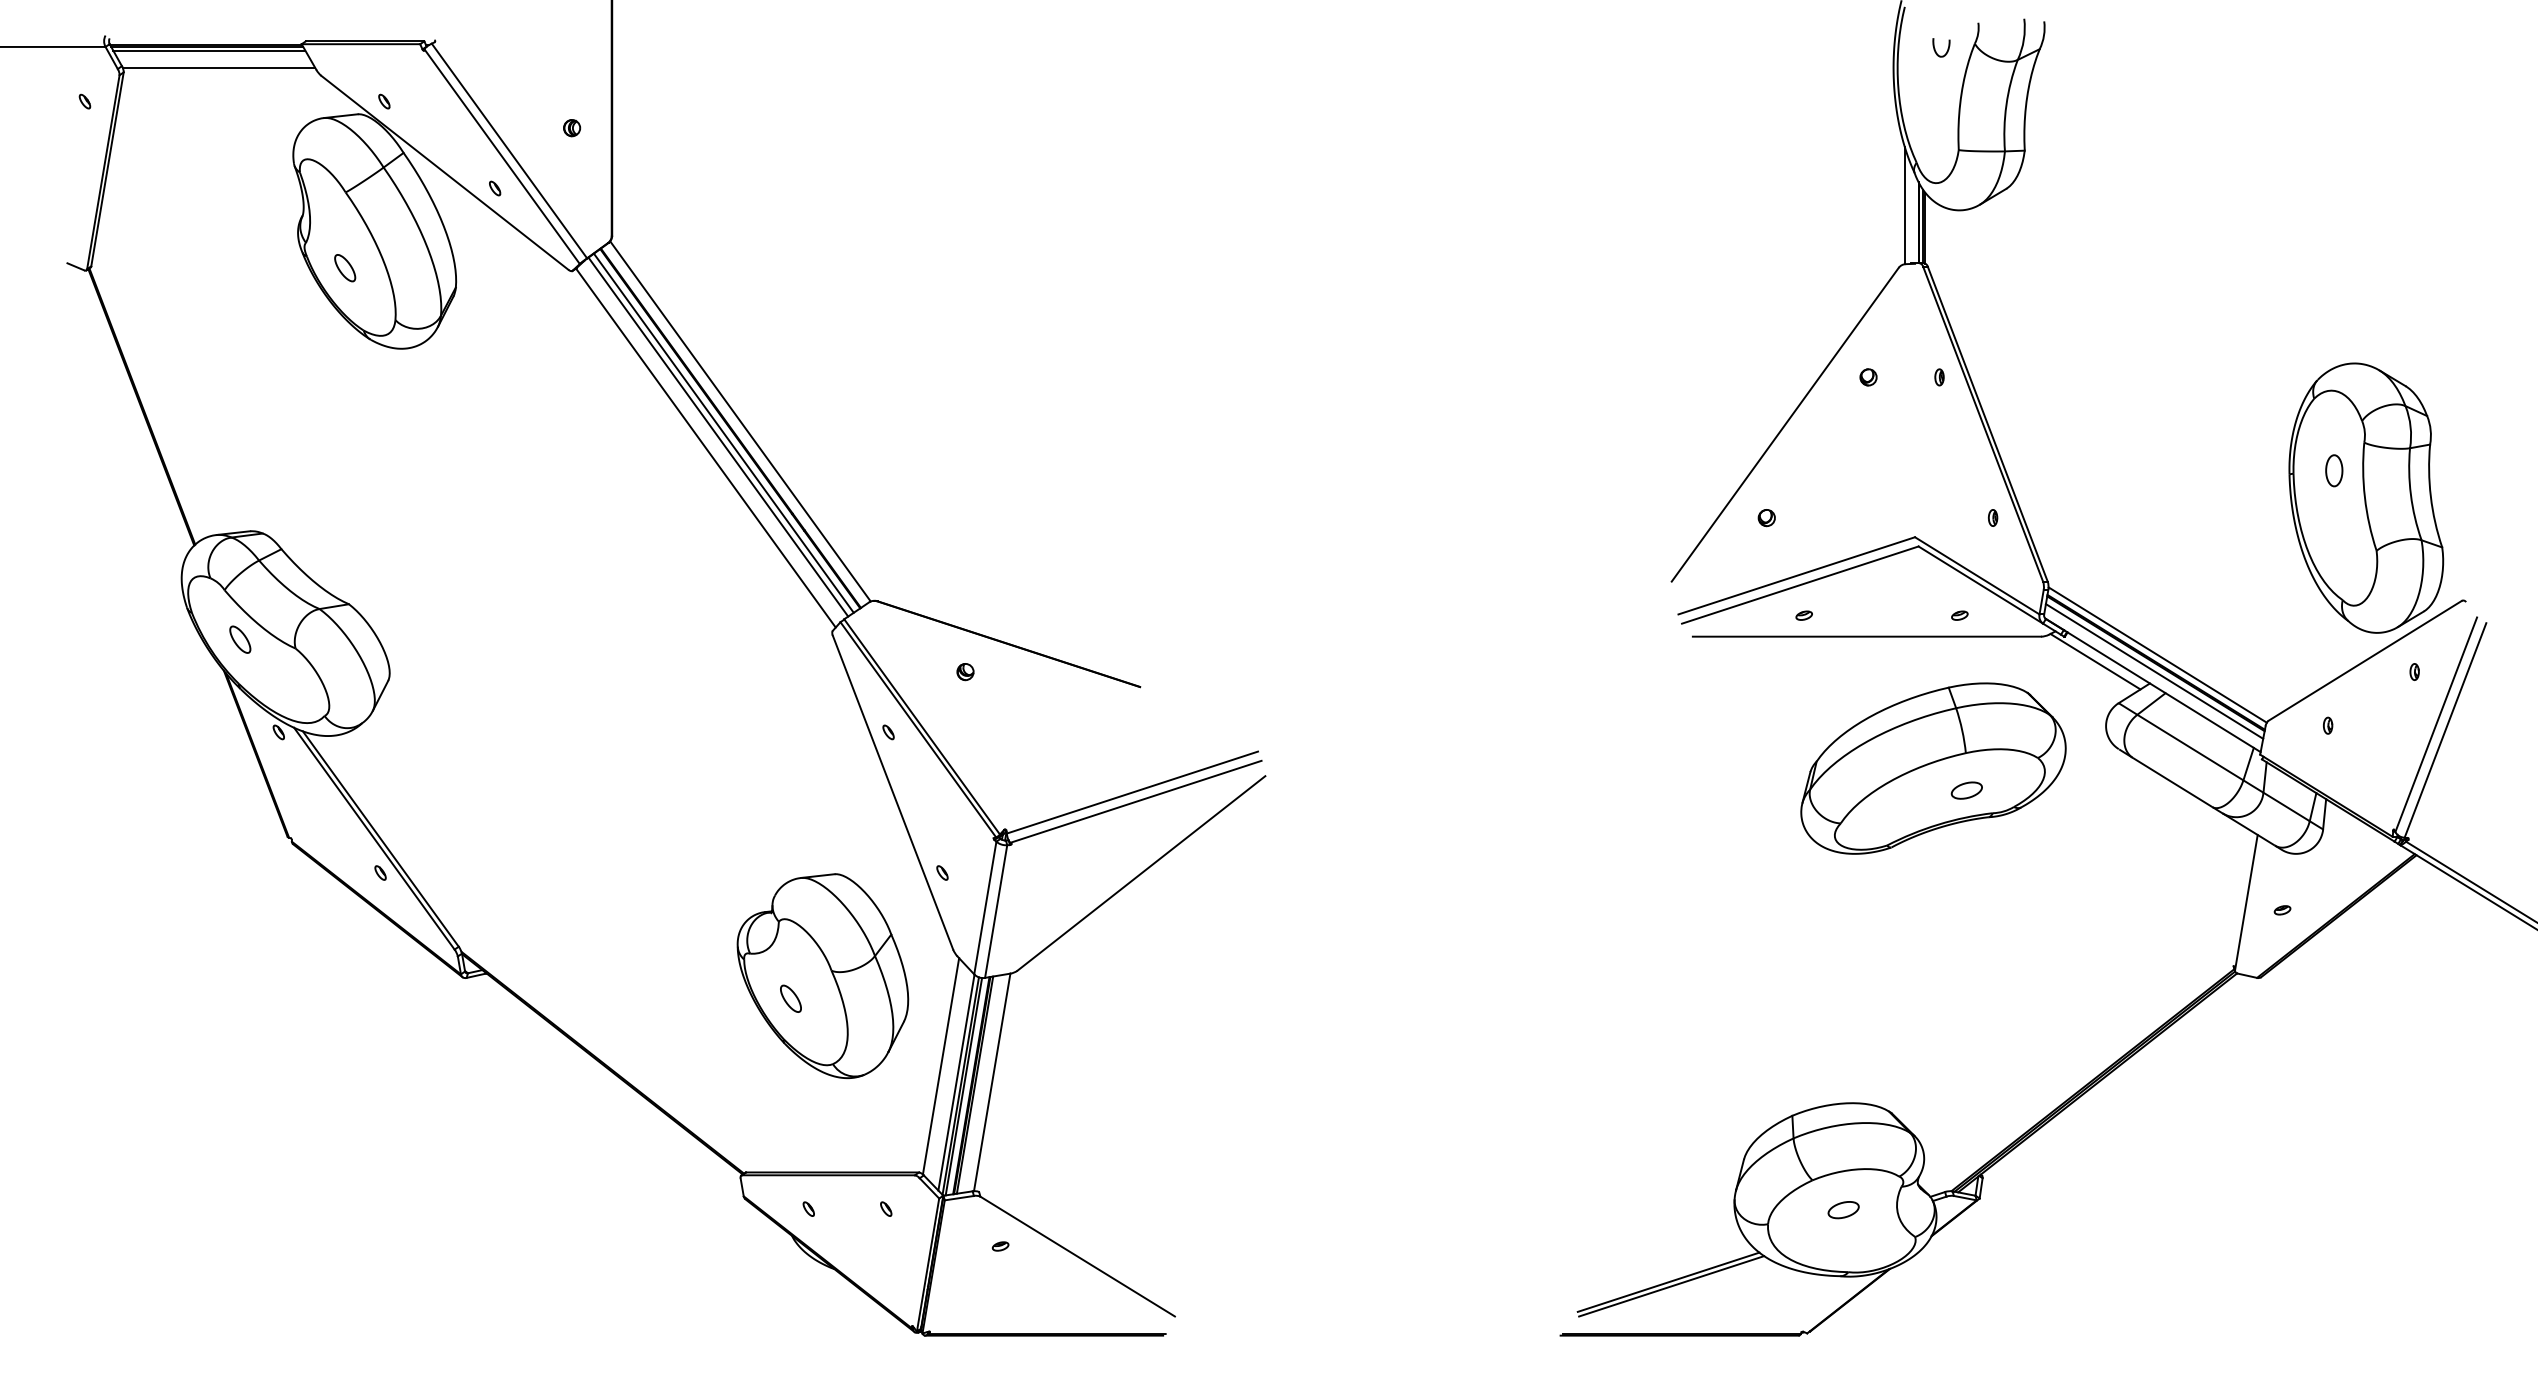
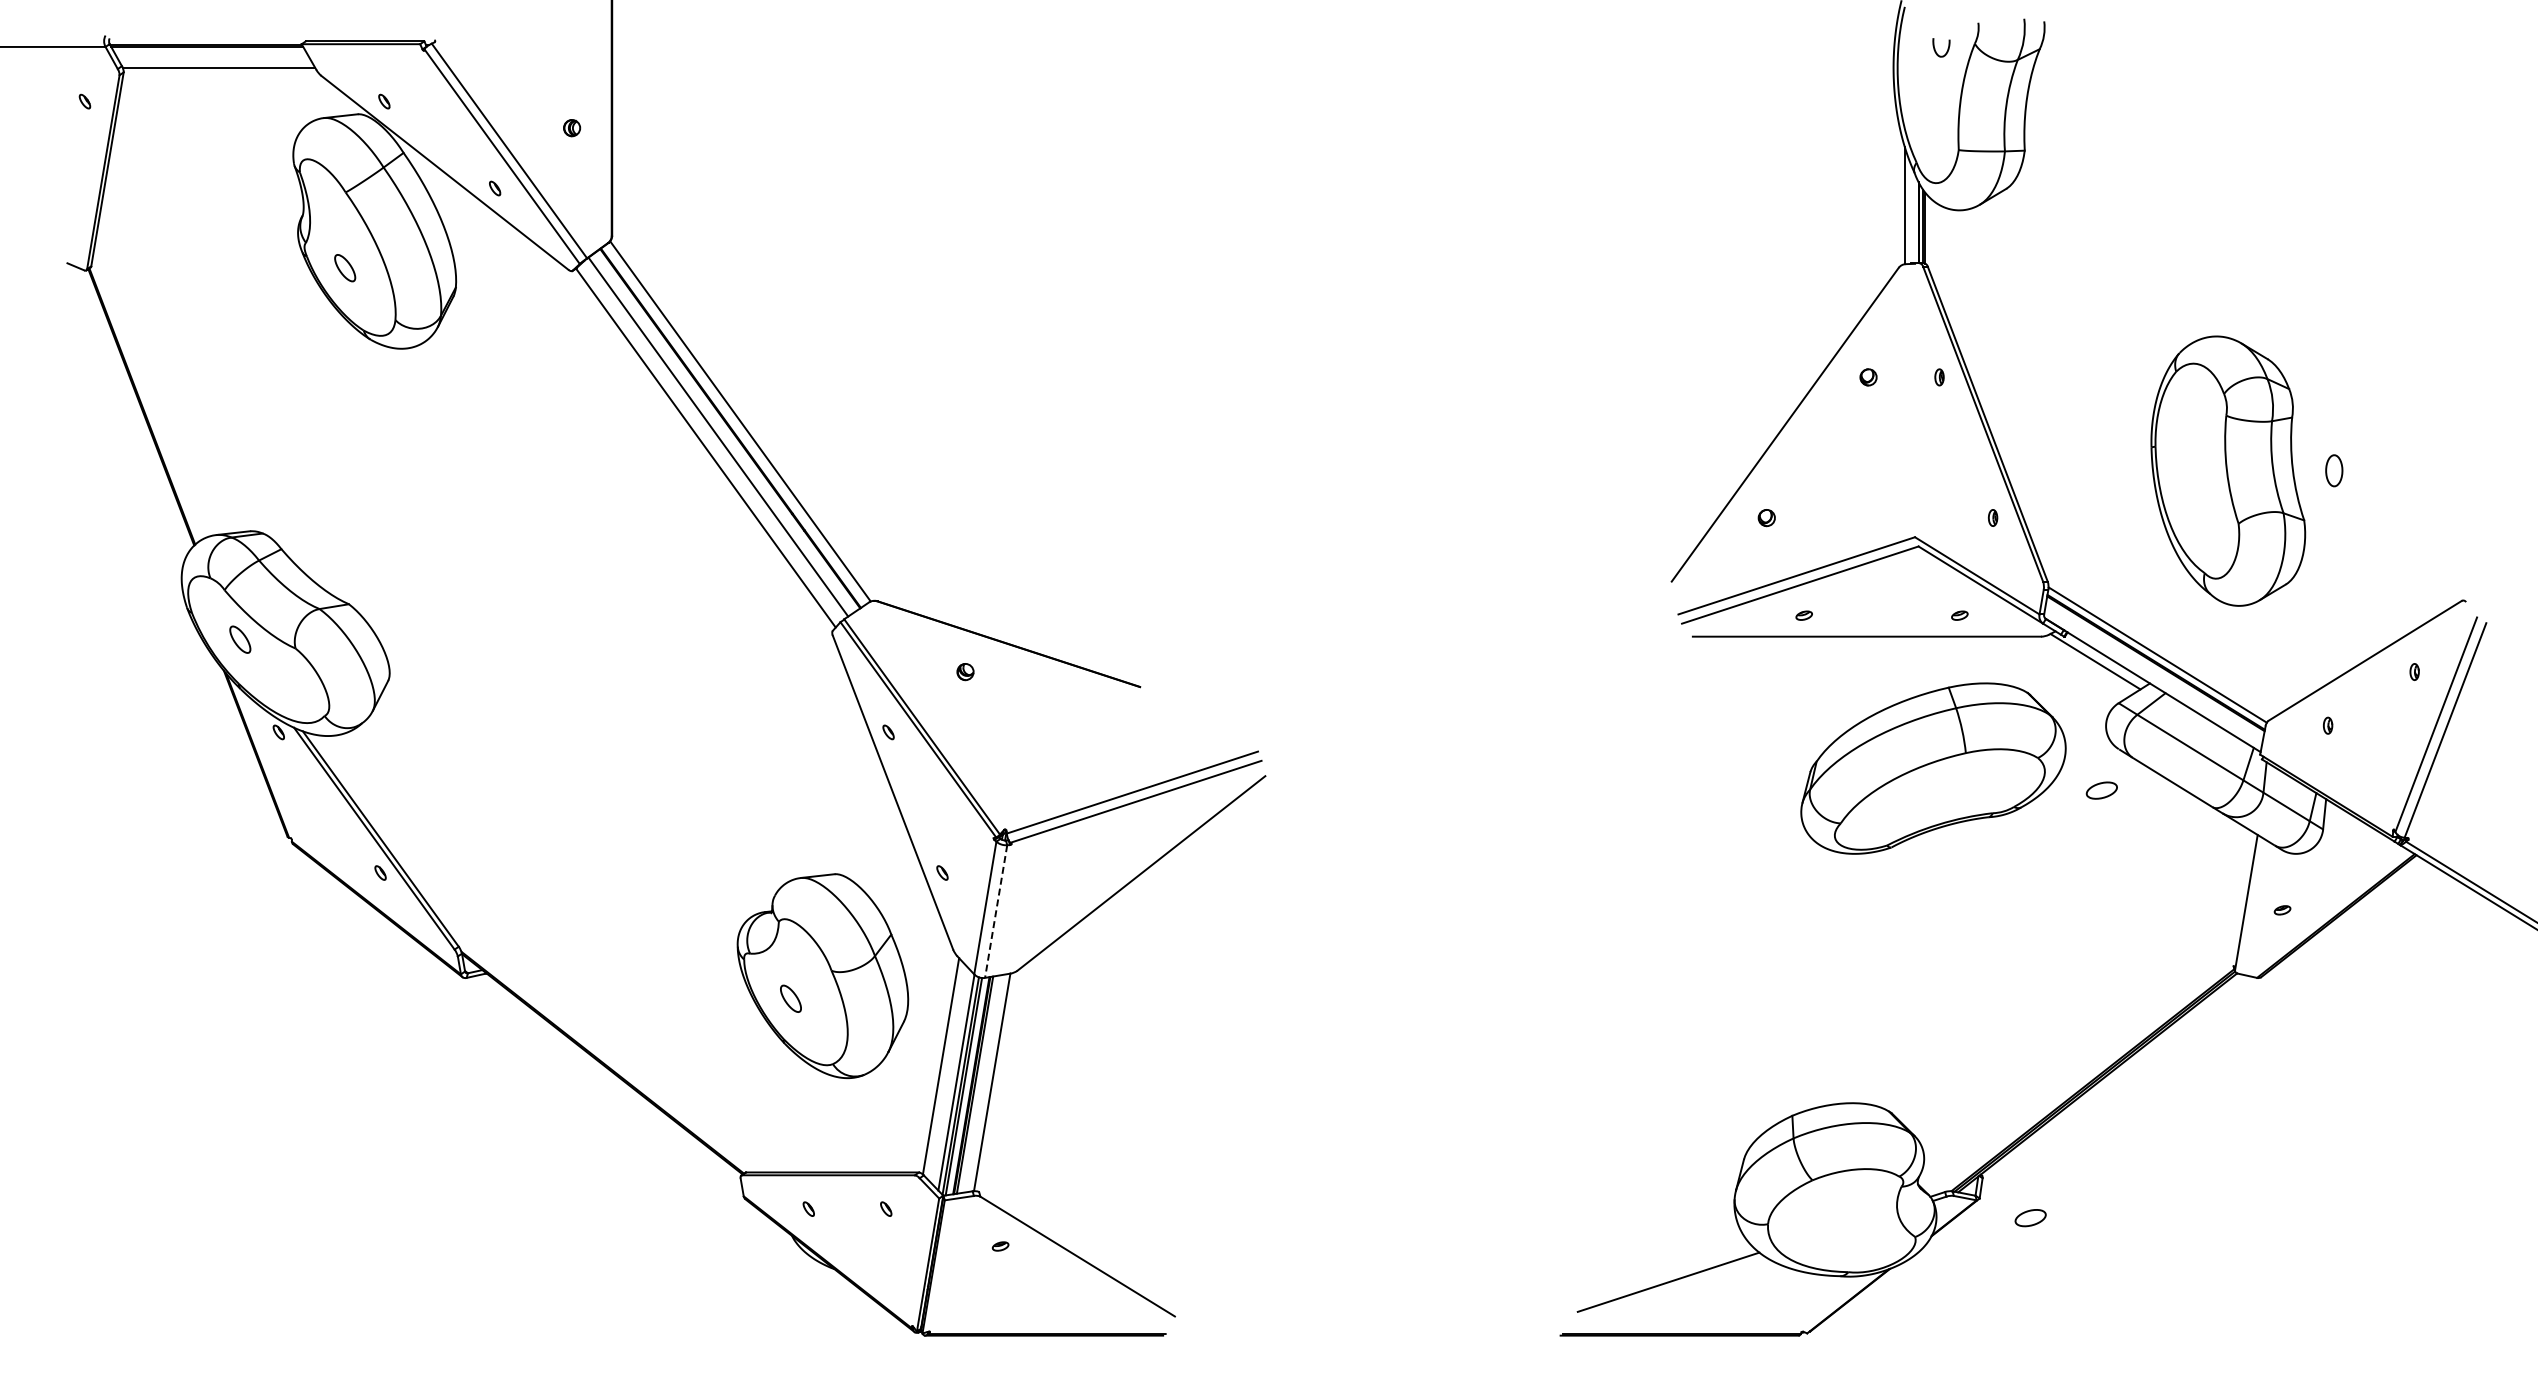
line at (209, 50): present -> none
line at (723, 432): present -> none
part at (2366, 497) position: (2366, 497) -> (2228, 470)
line at (2154, 671): present -> none
part at (1966, 790) position: (1966, 790) -> (2101, 790)
line at (996, 912): solid -> dashed
part at (1843, 1210) position: (1843, 1210) -> (2030, 1218)
line at (1671, 1286): present -> none
